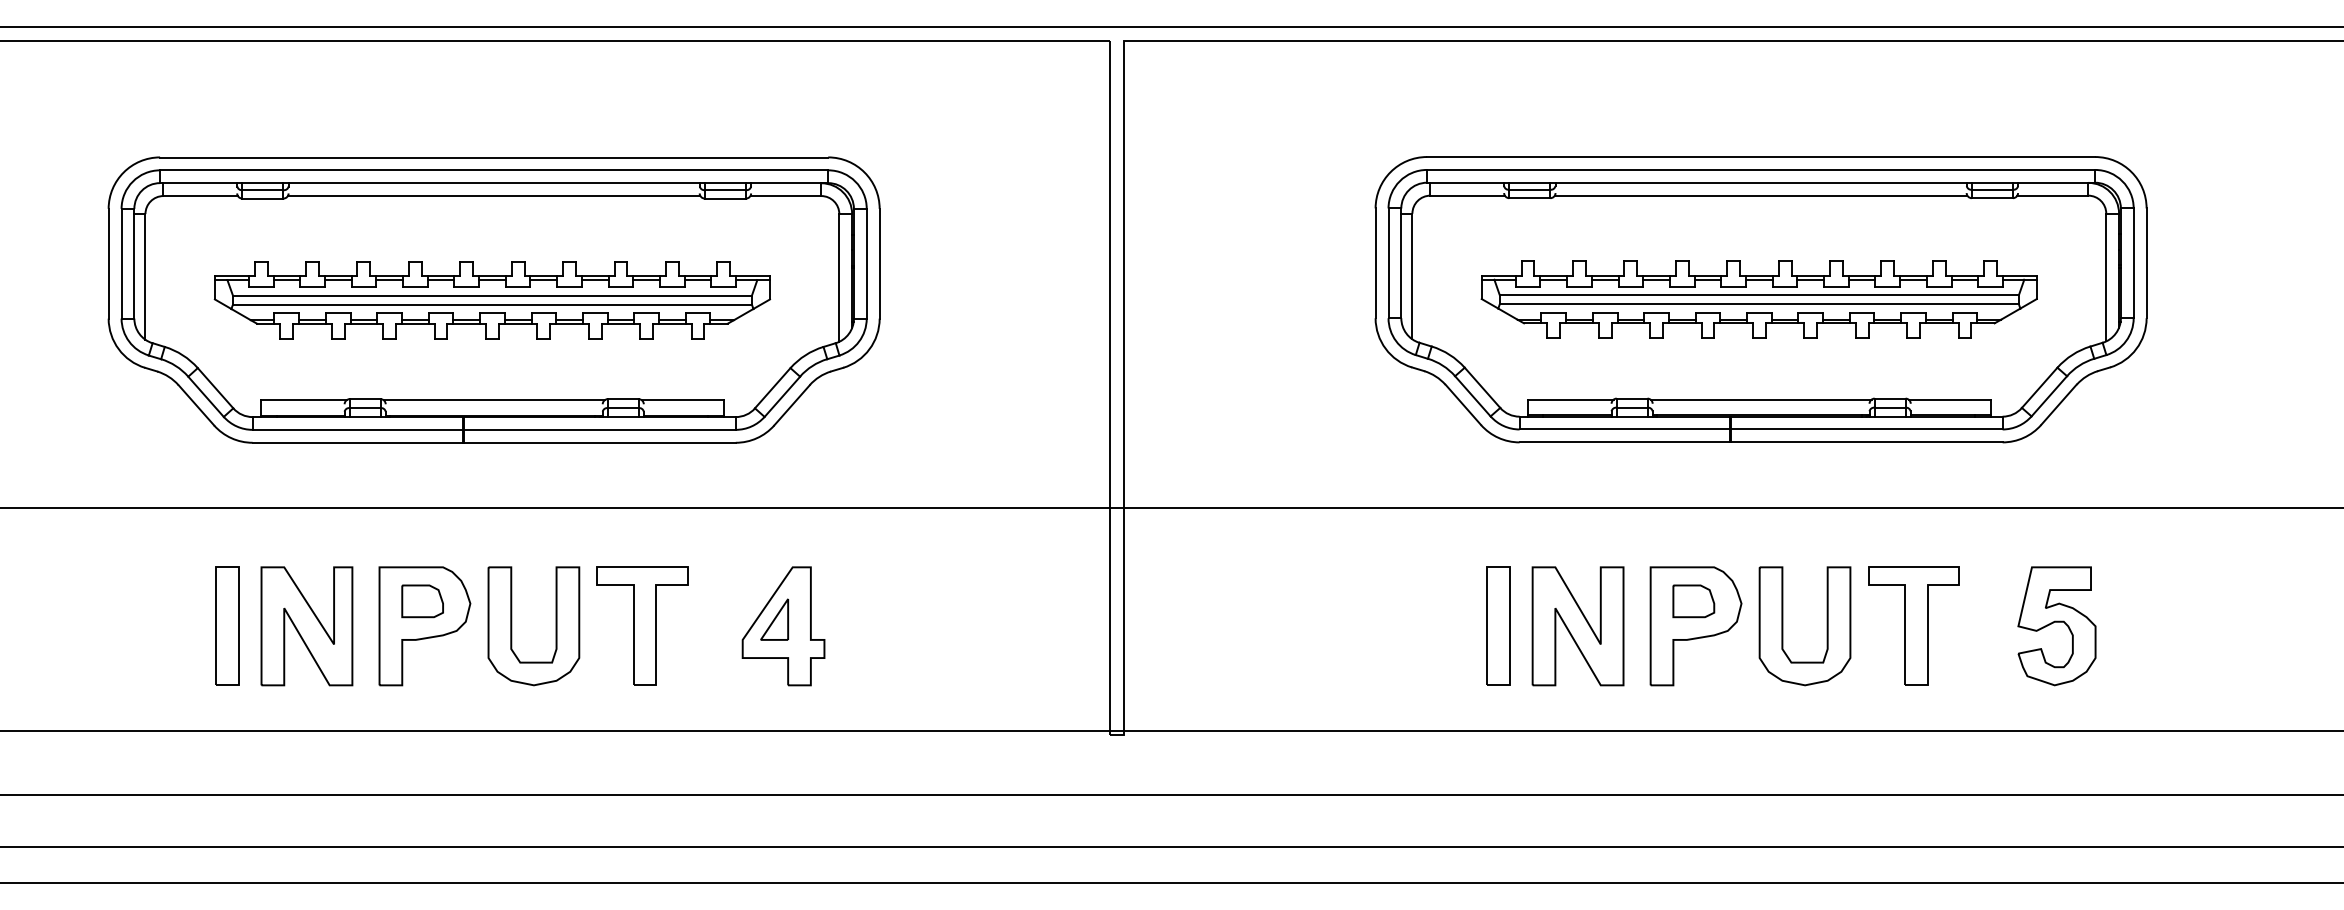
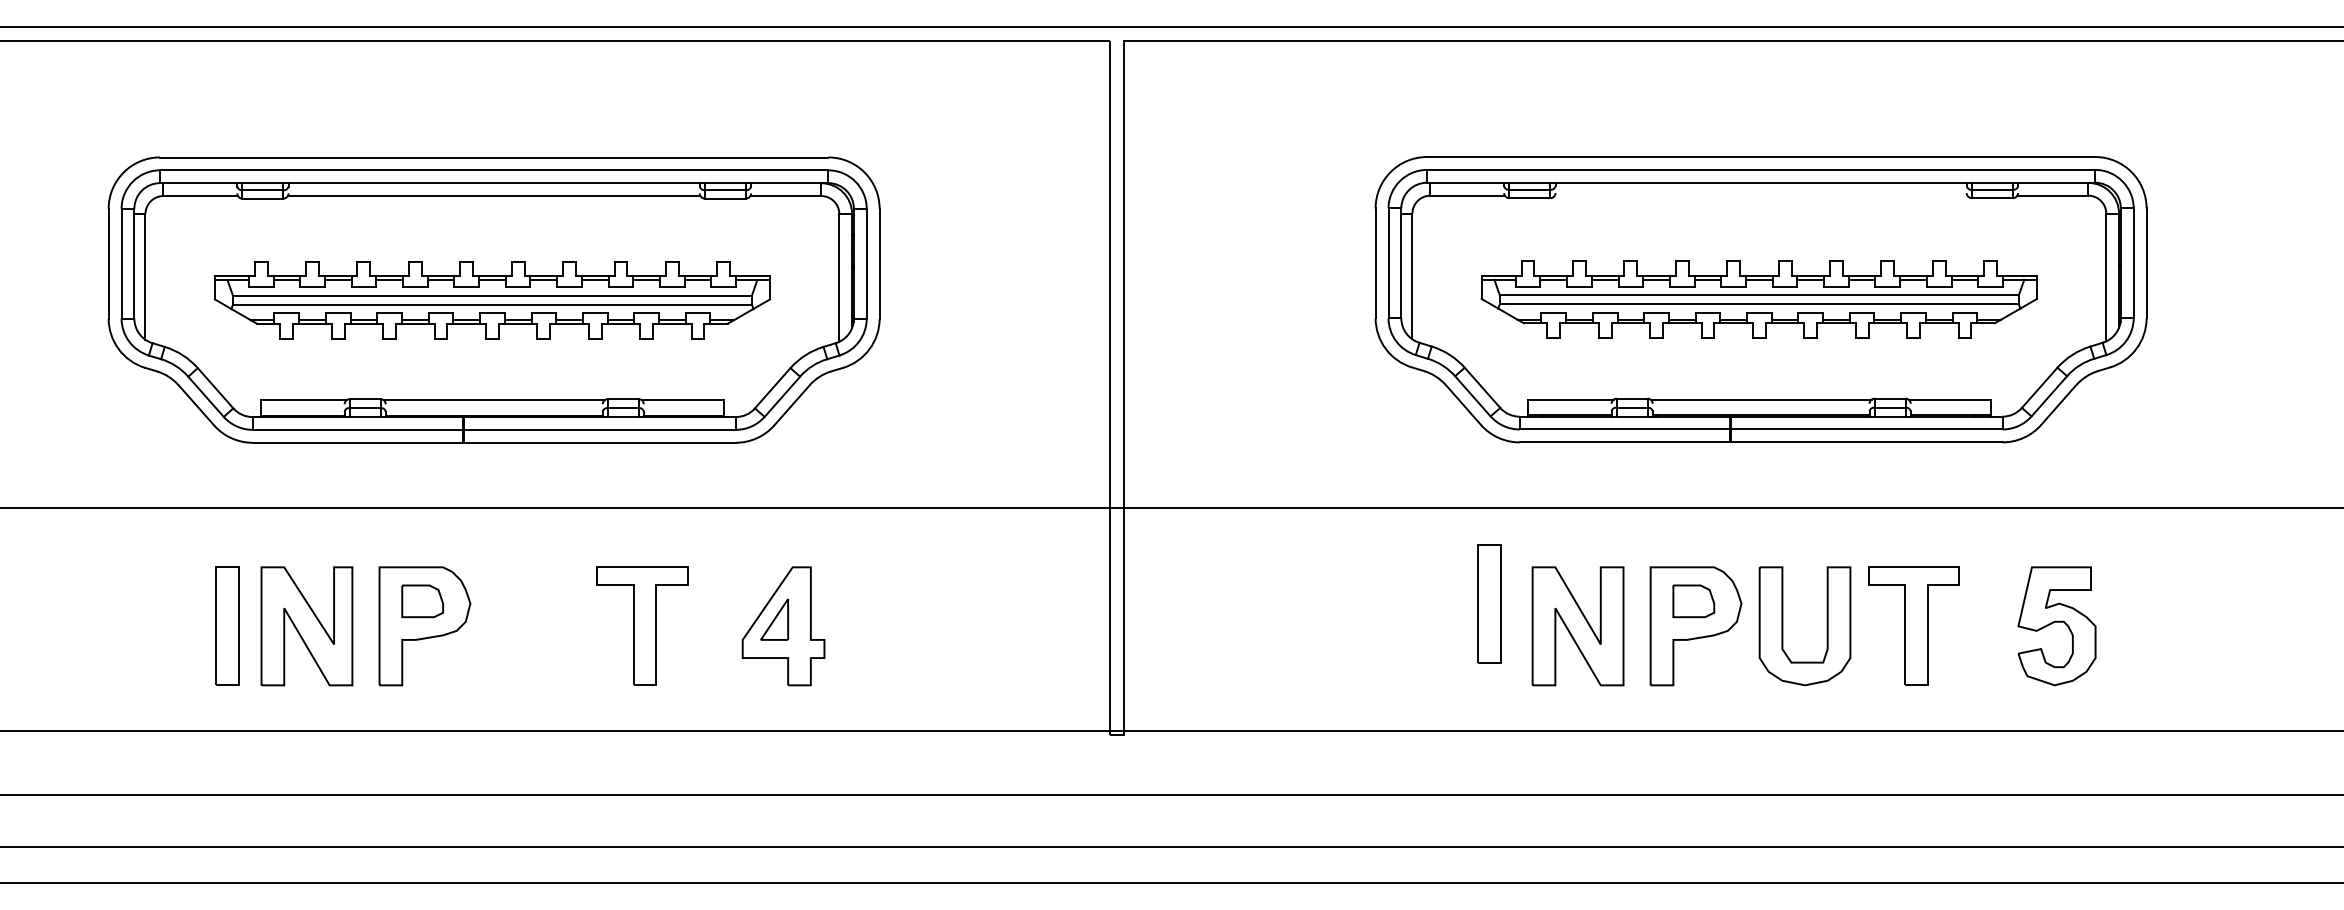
line at (1760, 195): present -> none
part at (1498, 625) position: (1498, 625) -> (1489, 603)
part at (512, 626): present -> none
